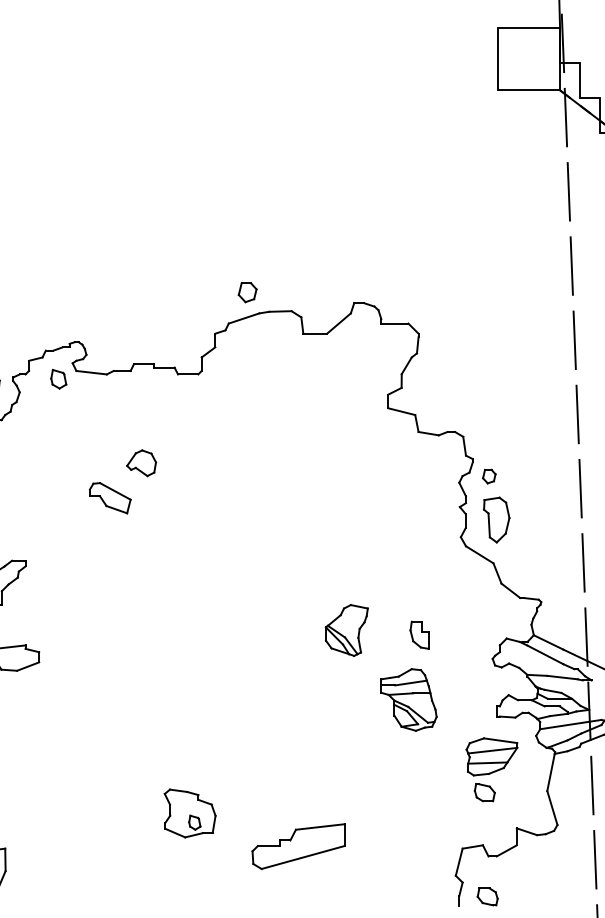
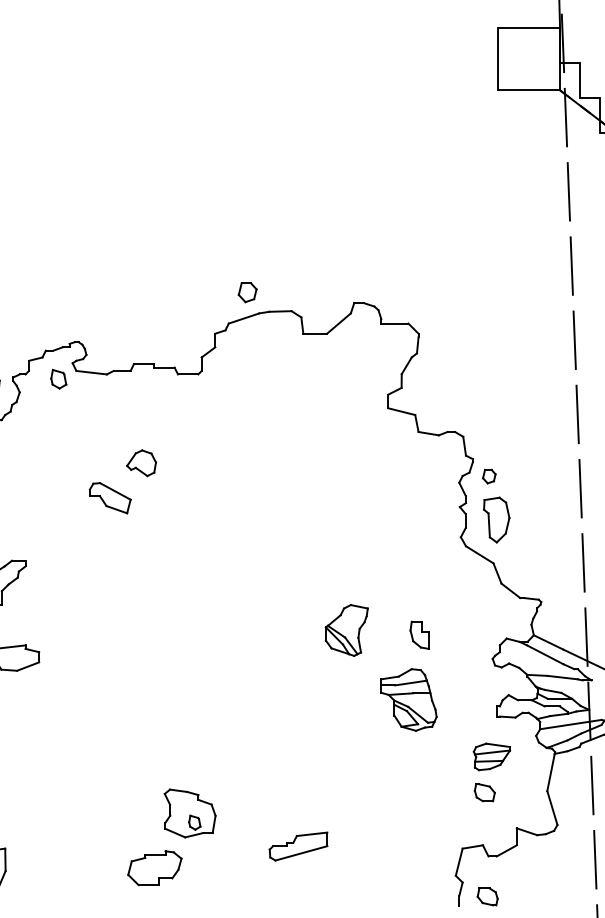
part at (491, 756) size: 54x40 px -> 40x30 px
part at (298, 846) size: 95x48 px -> 61x31 px
part at (154, 868): none -> present
